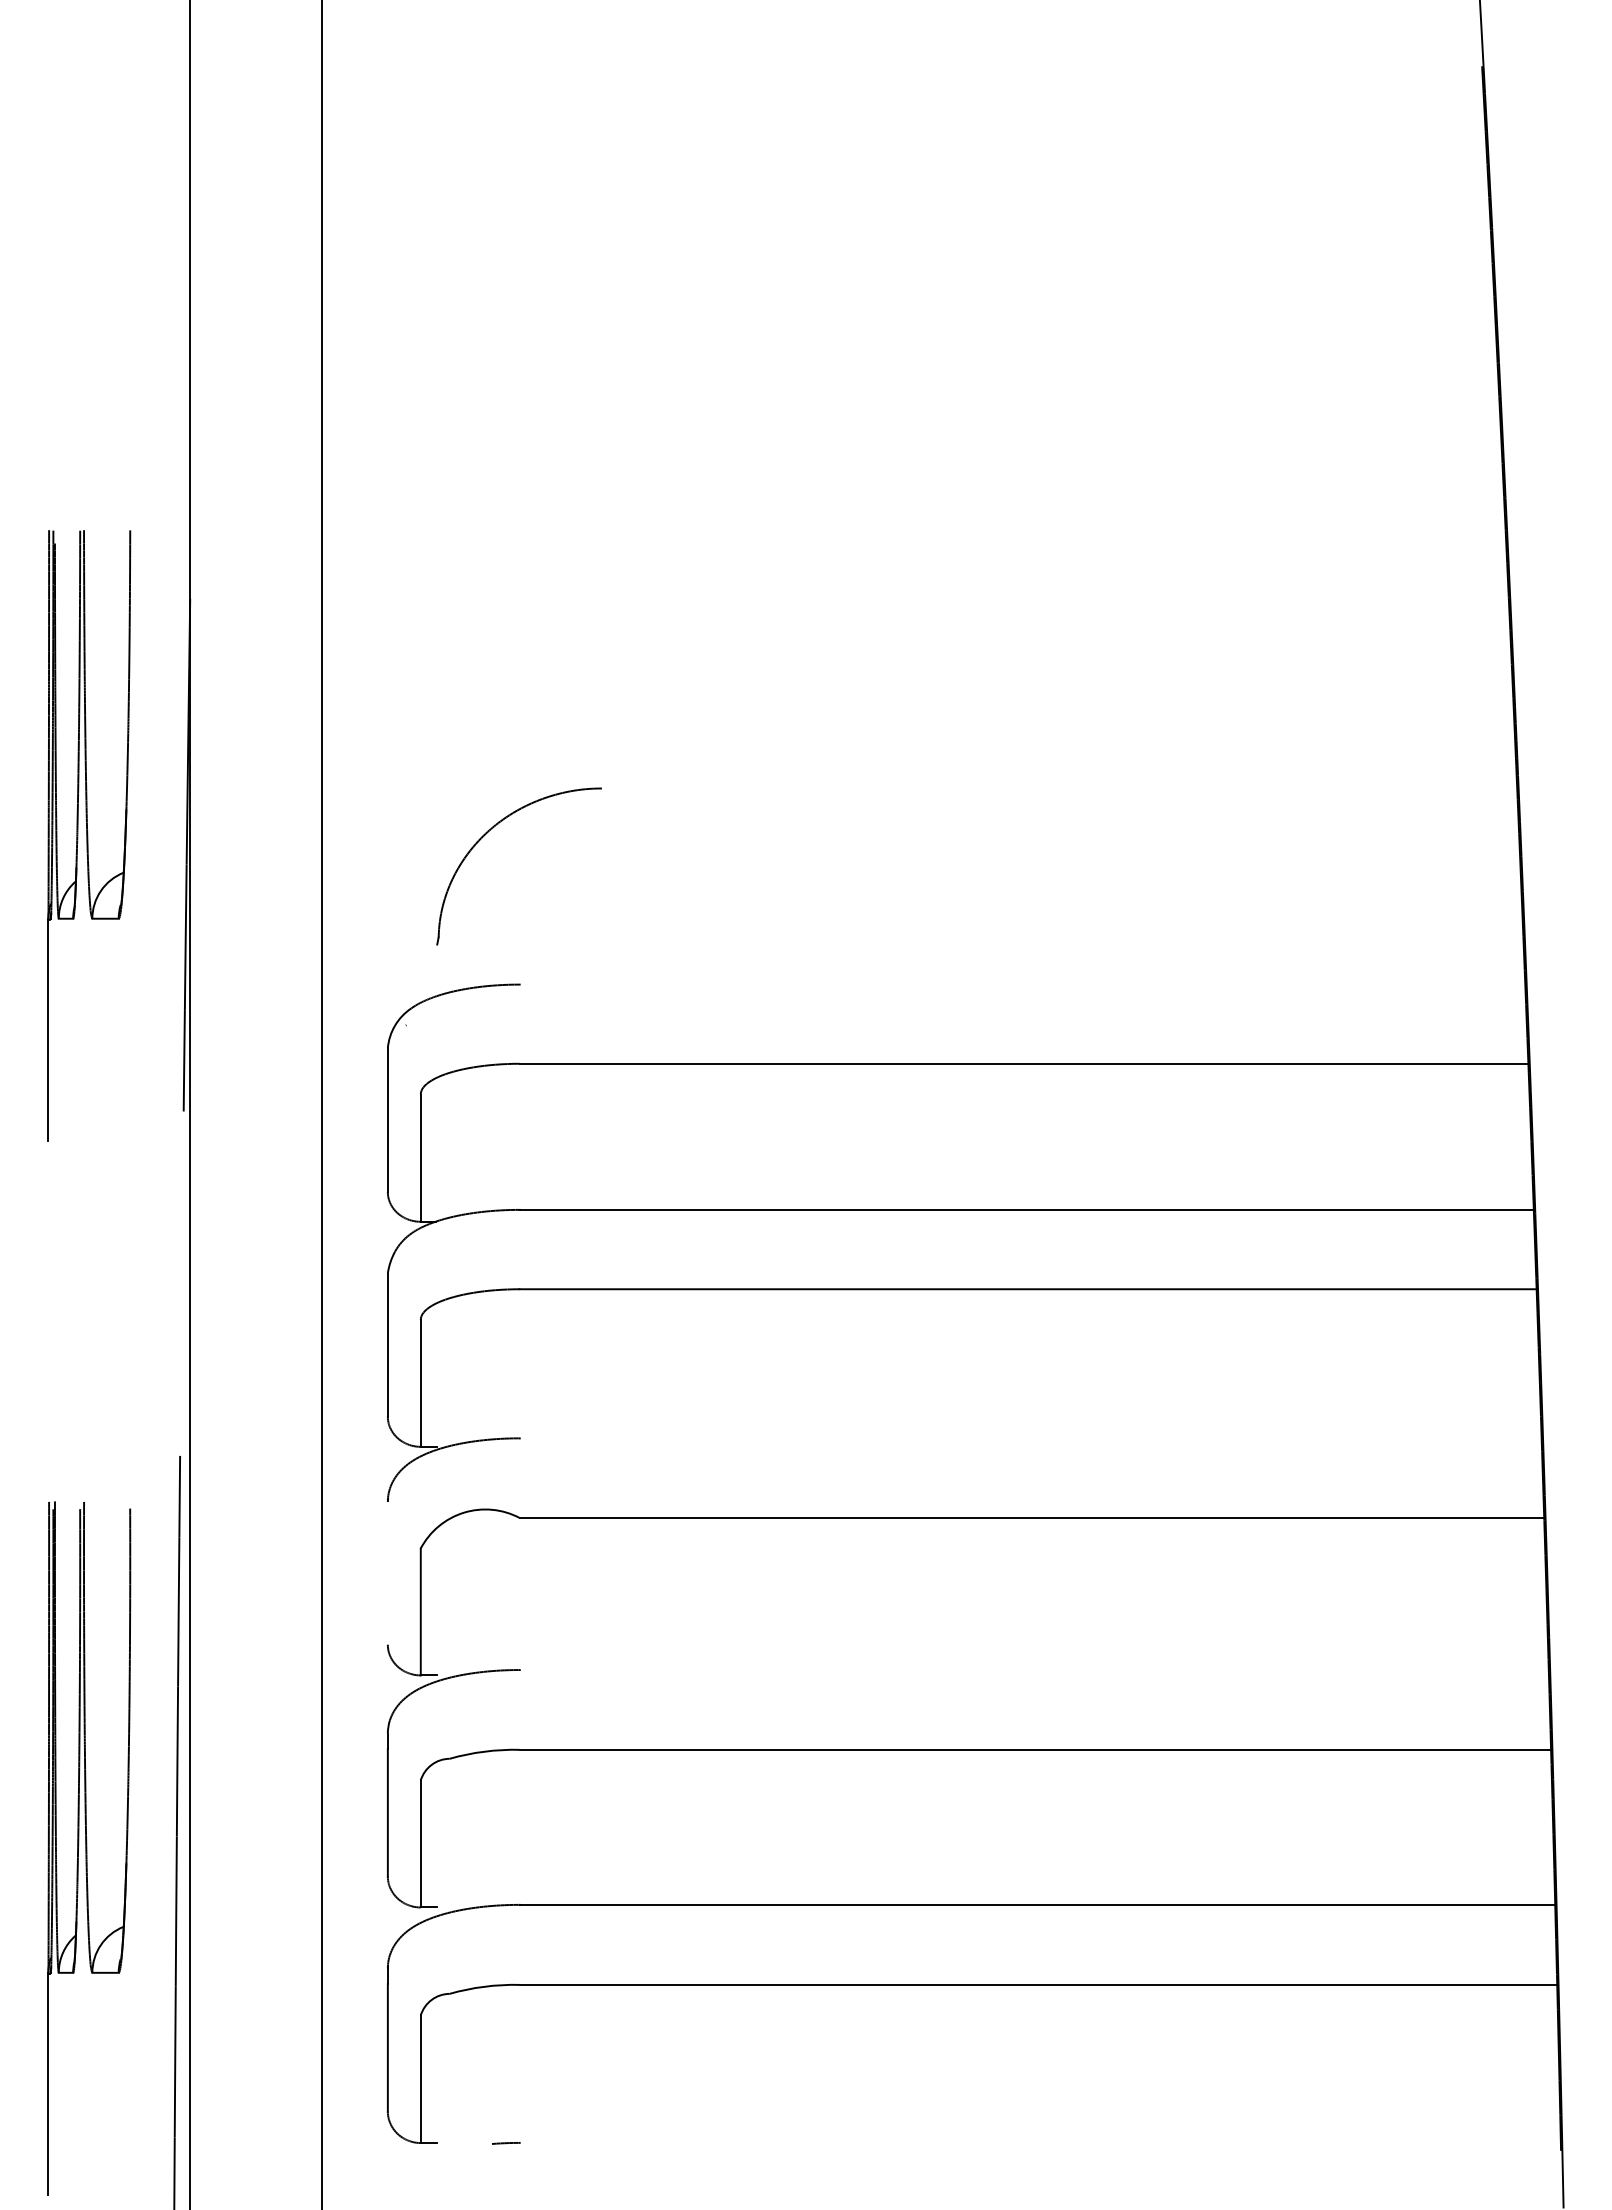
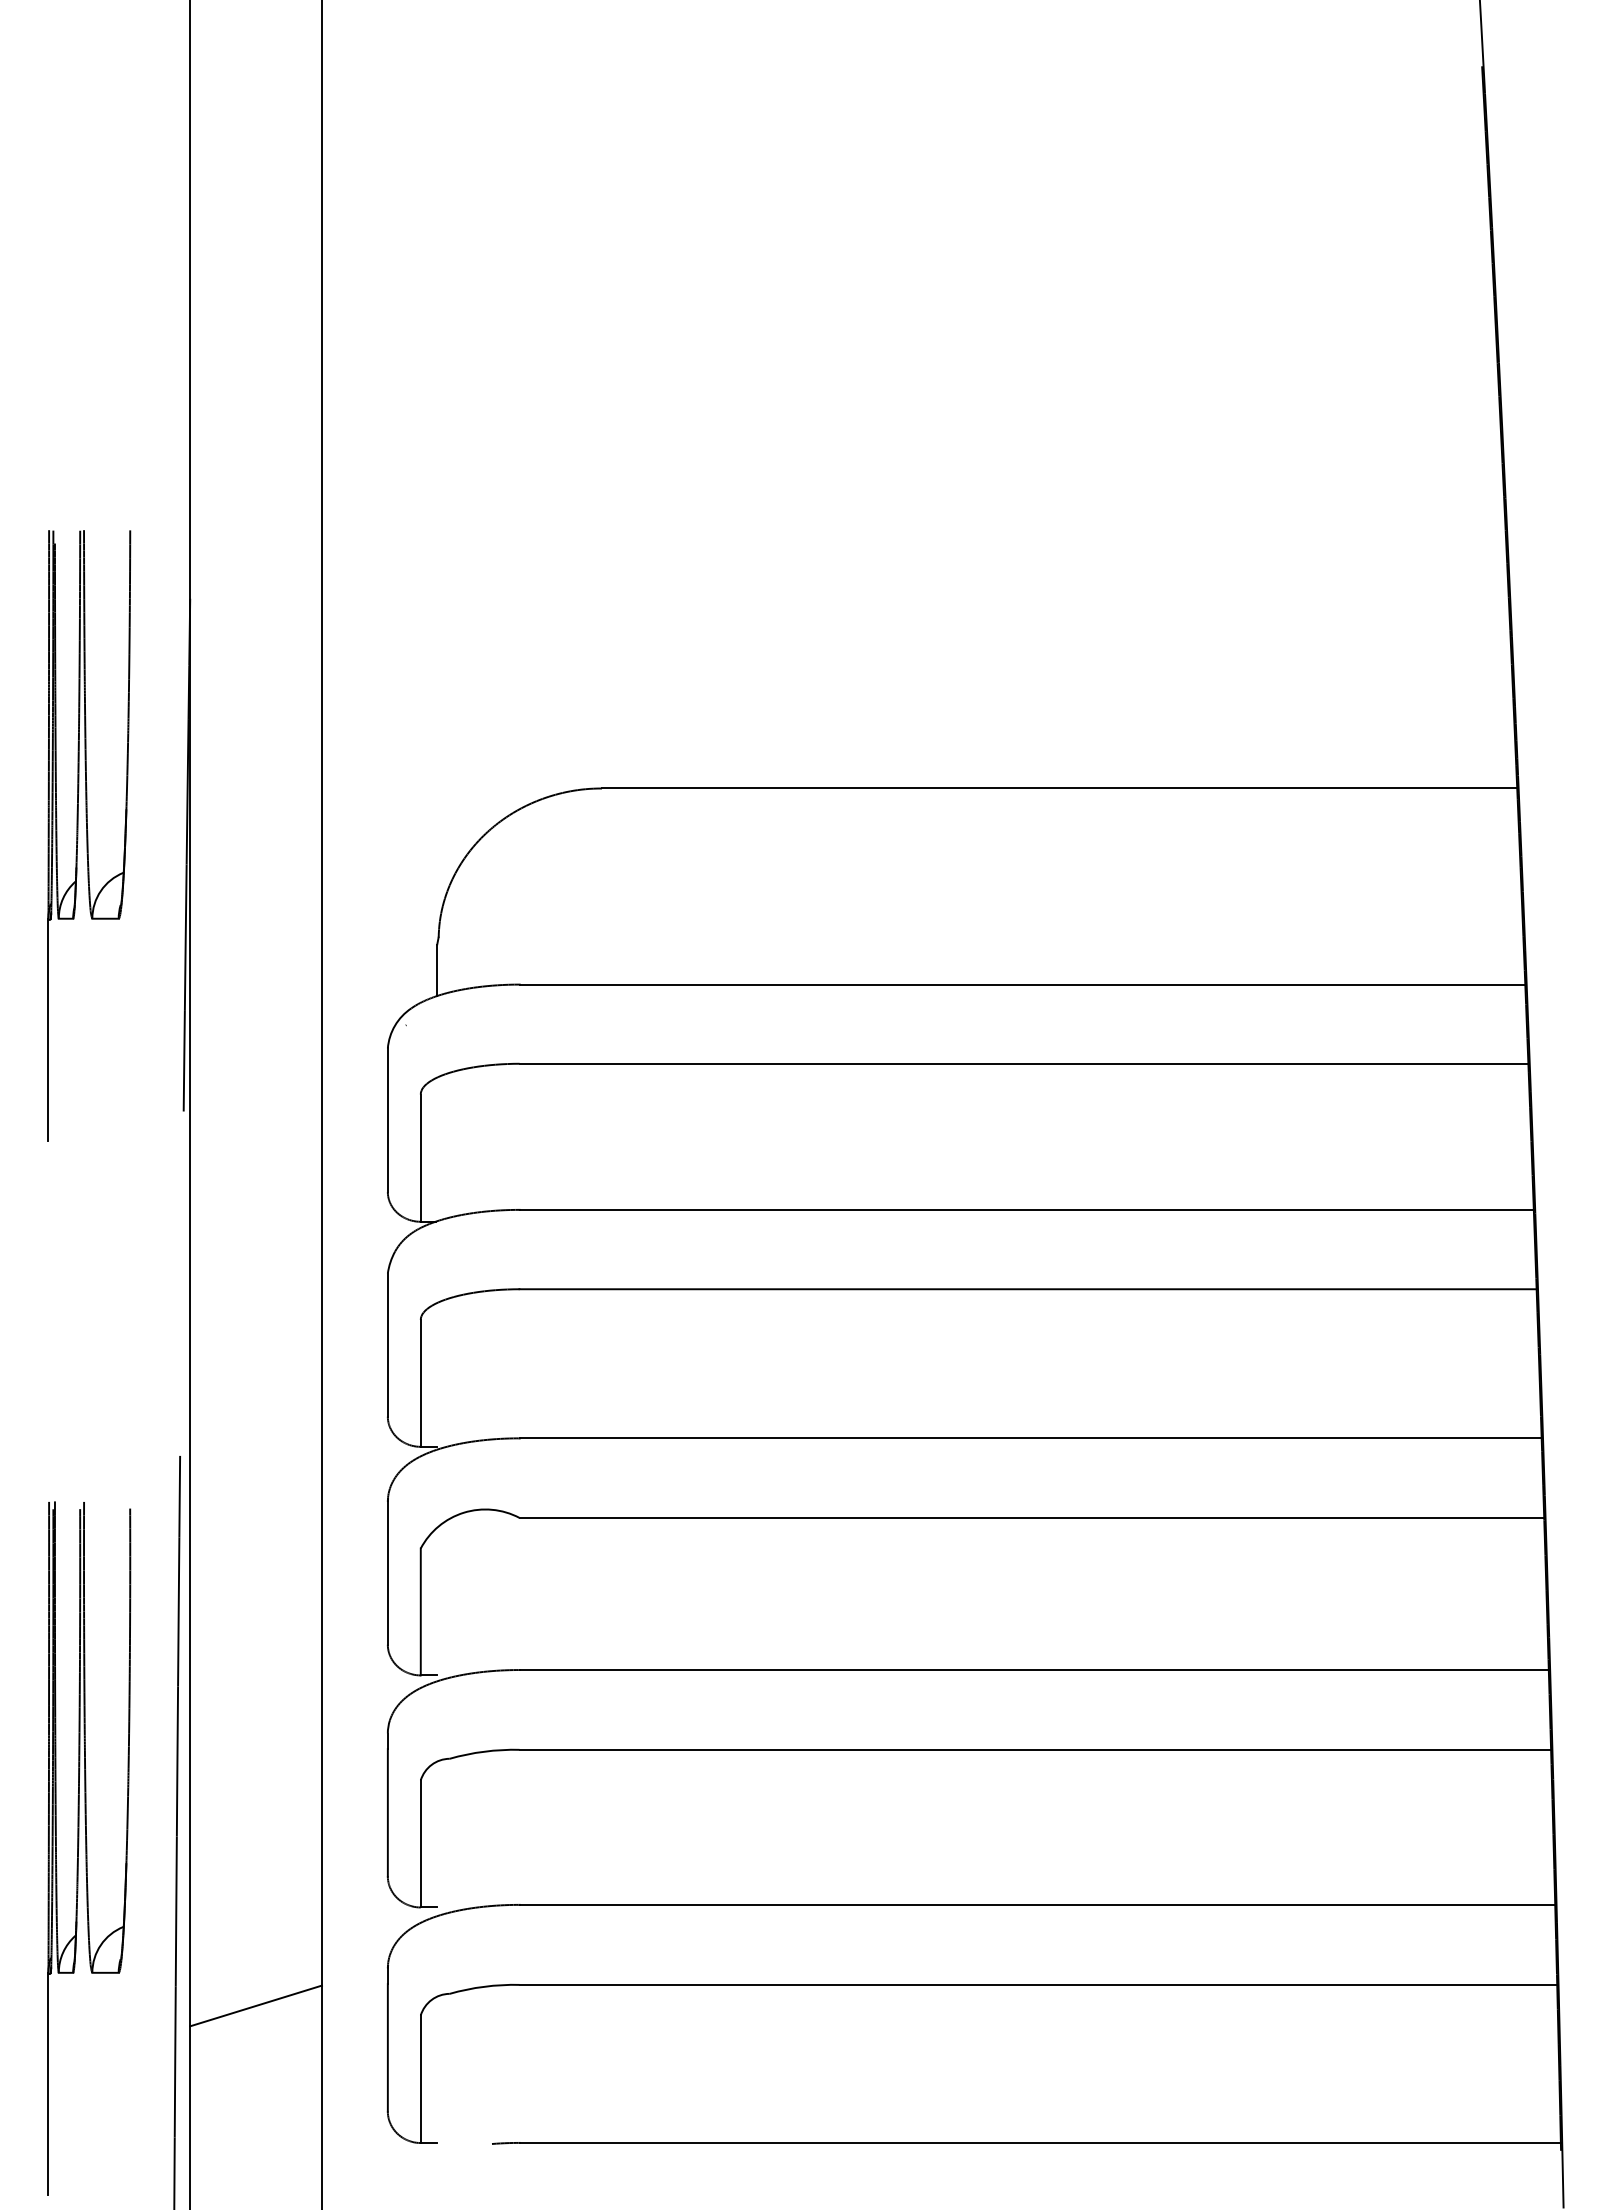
line at (1059, 788): none -> present
line at (437, 969): none -> present
line at (1022, 984): none -> present
line at (1030, 1438): none -> present
line at (387, 1572): none -> present
line at (1033, 1670): none -> present
line at (255, 2005): none -> present
line at (1039, 2142): none -> present
